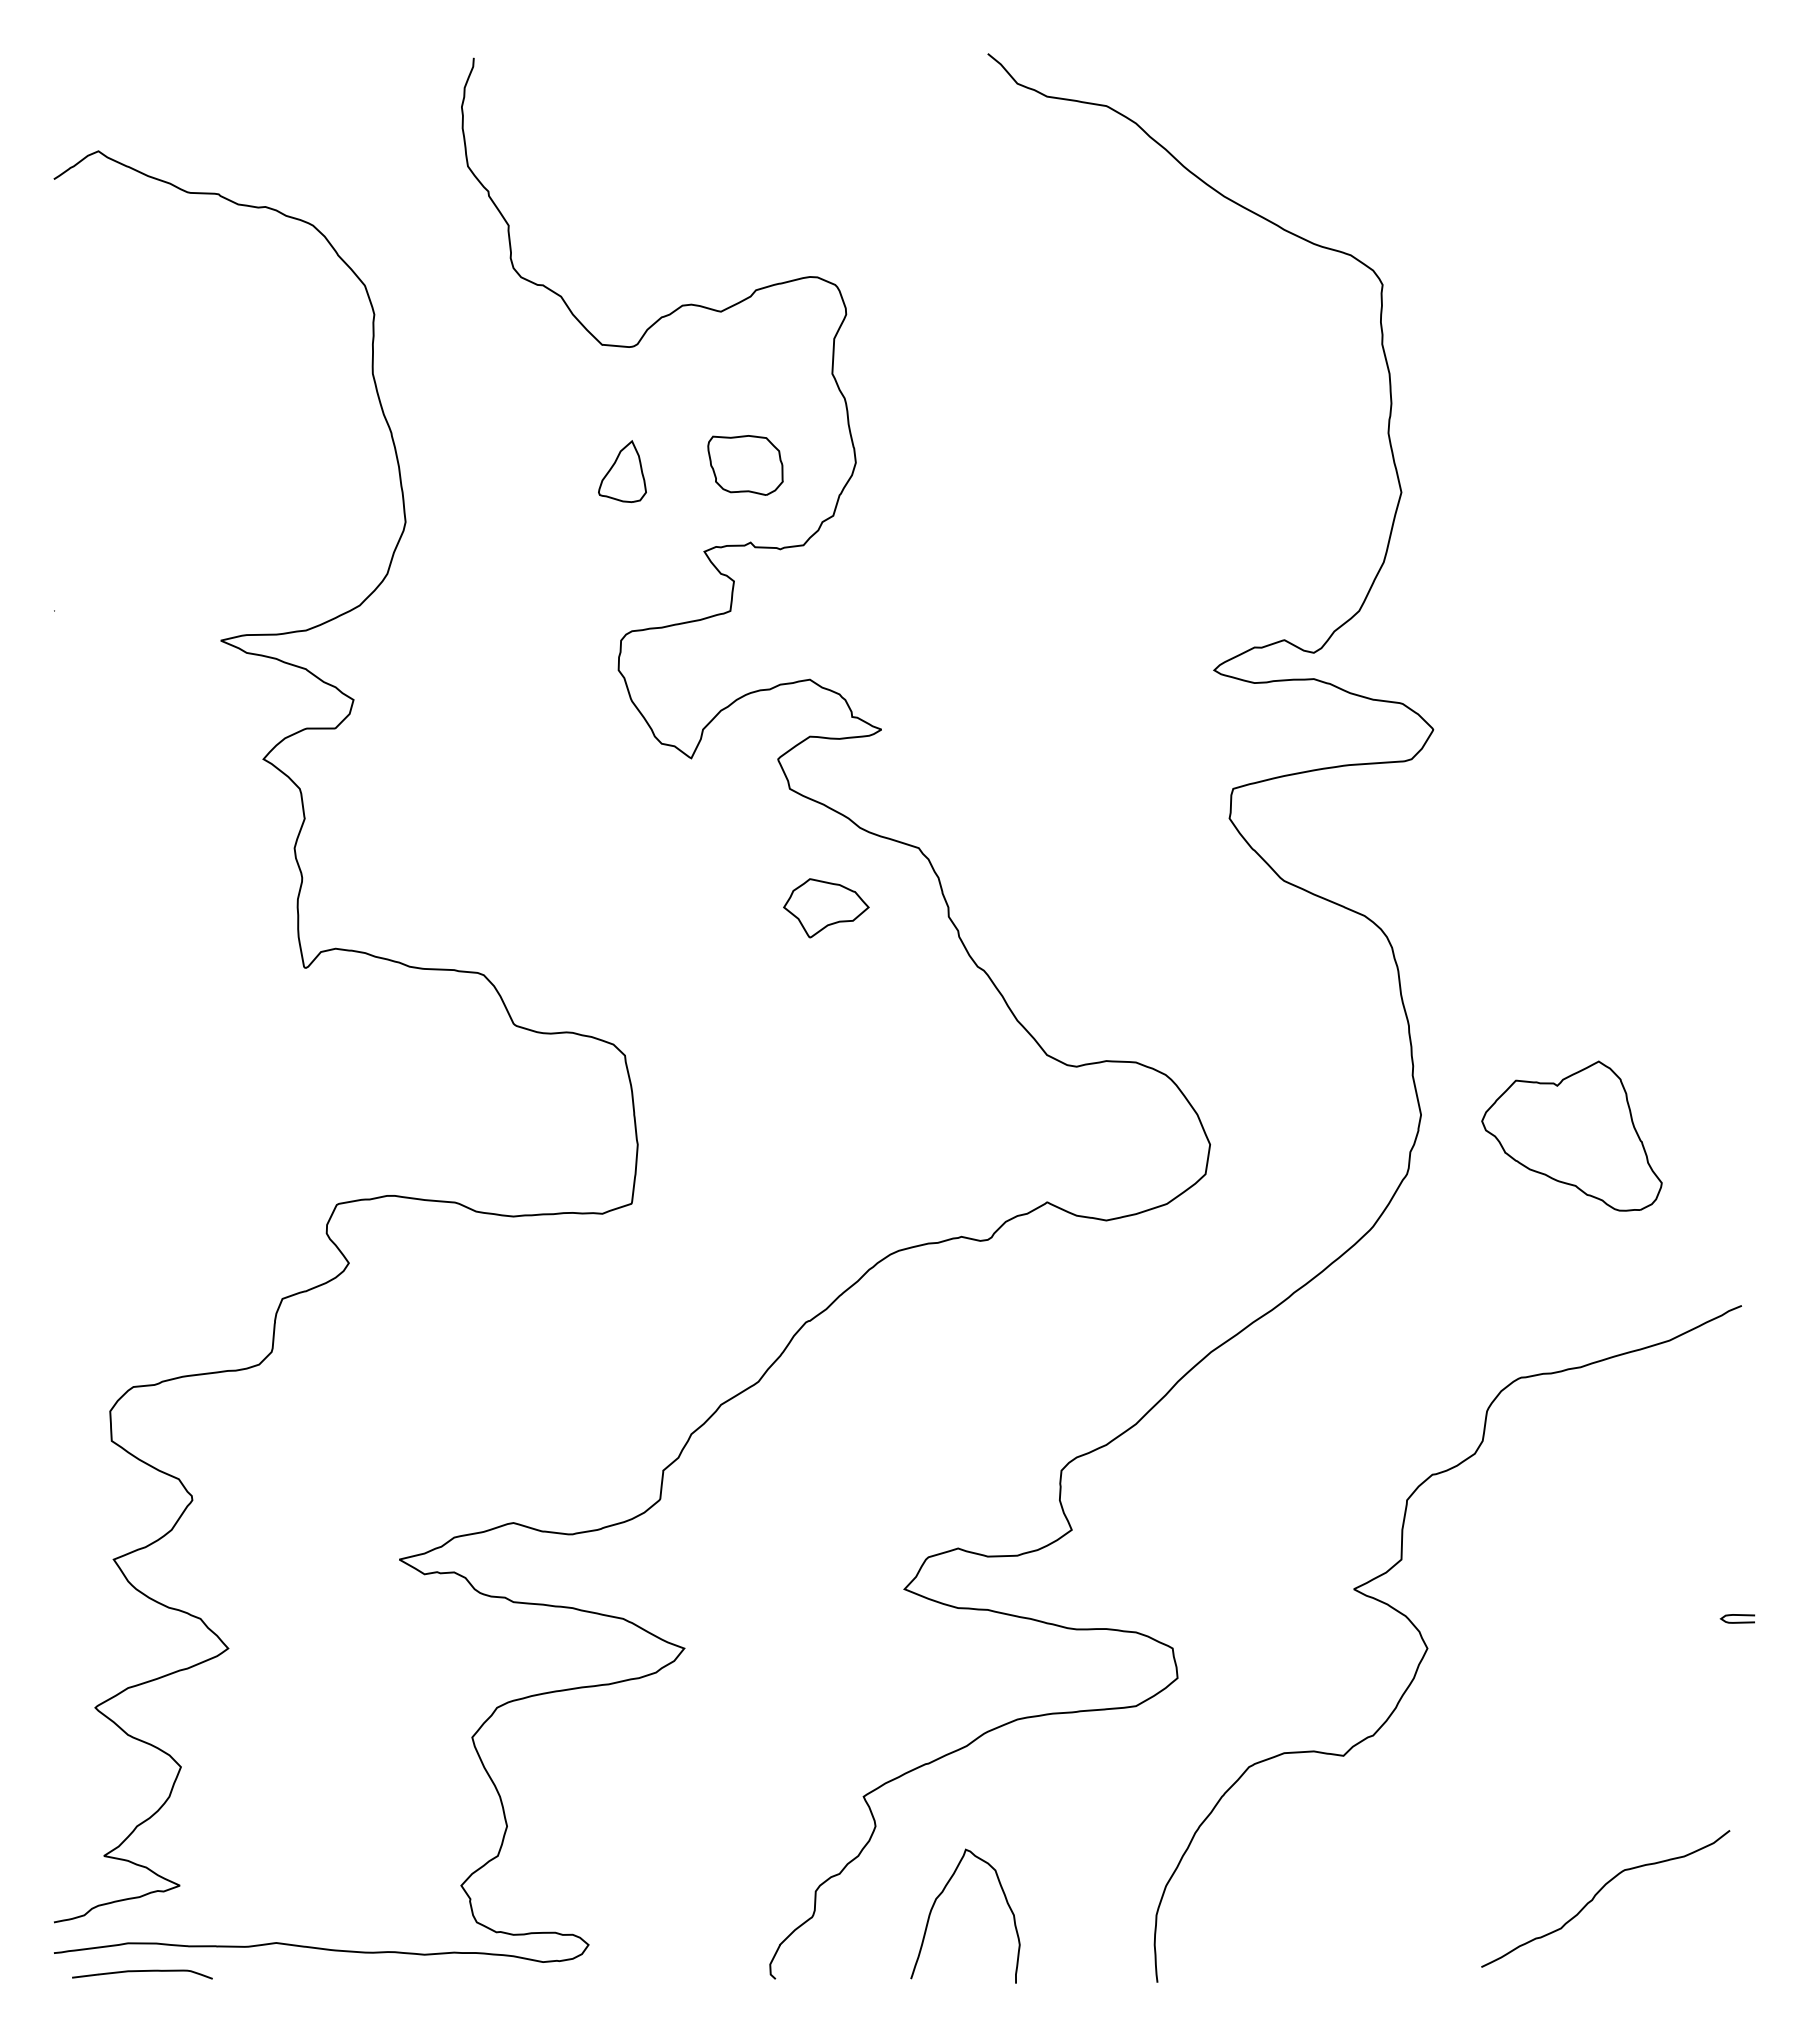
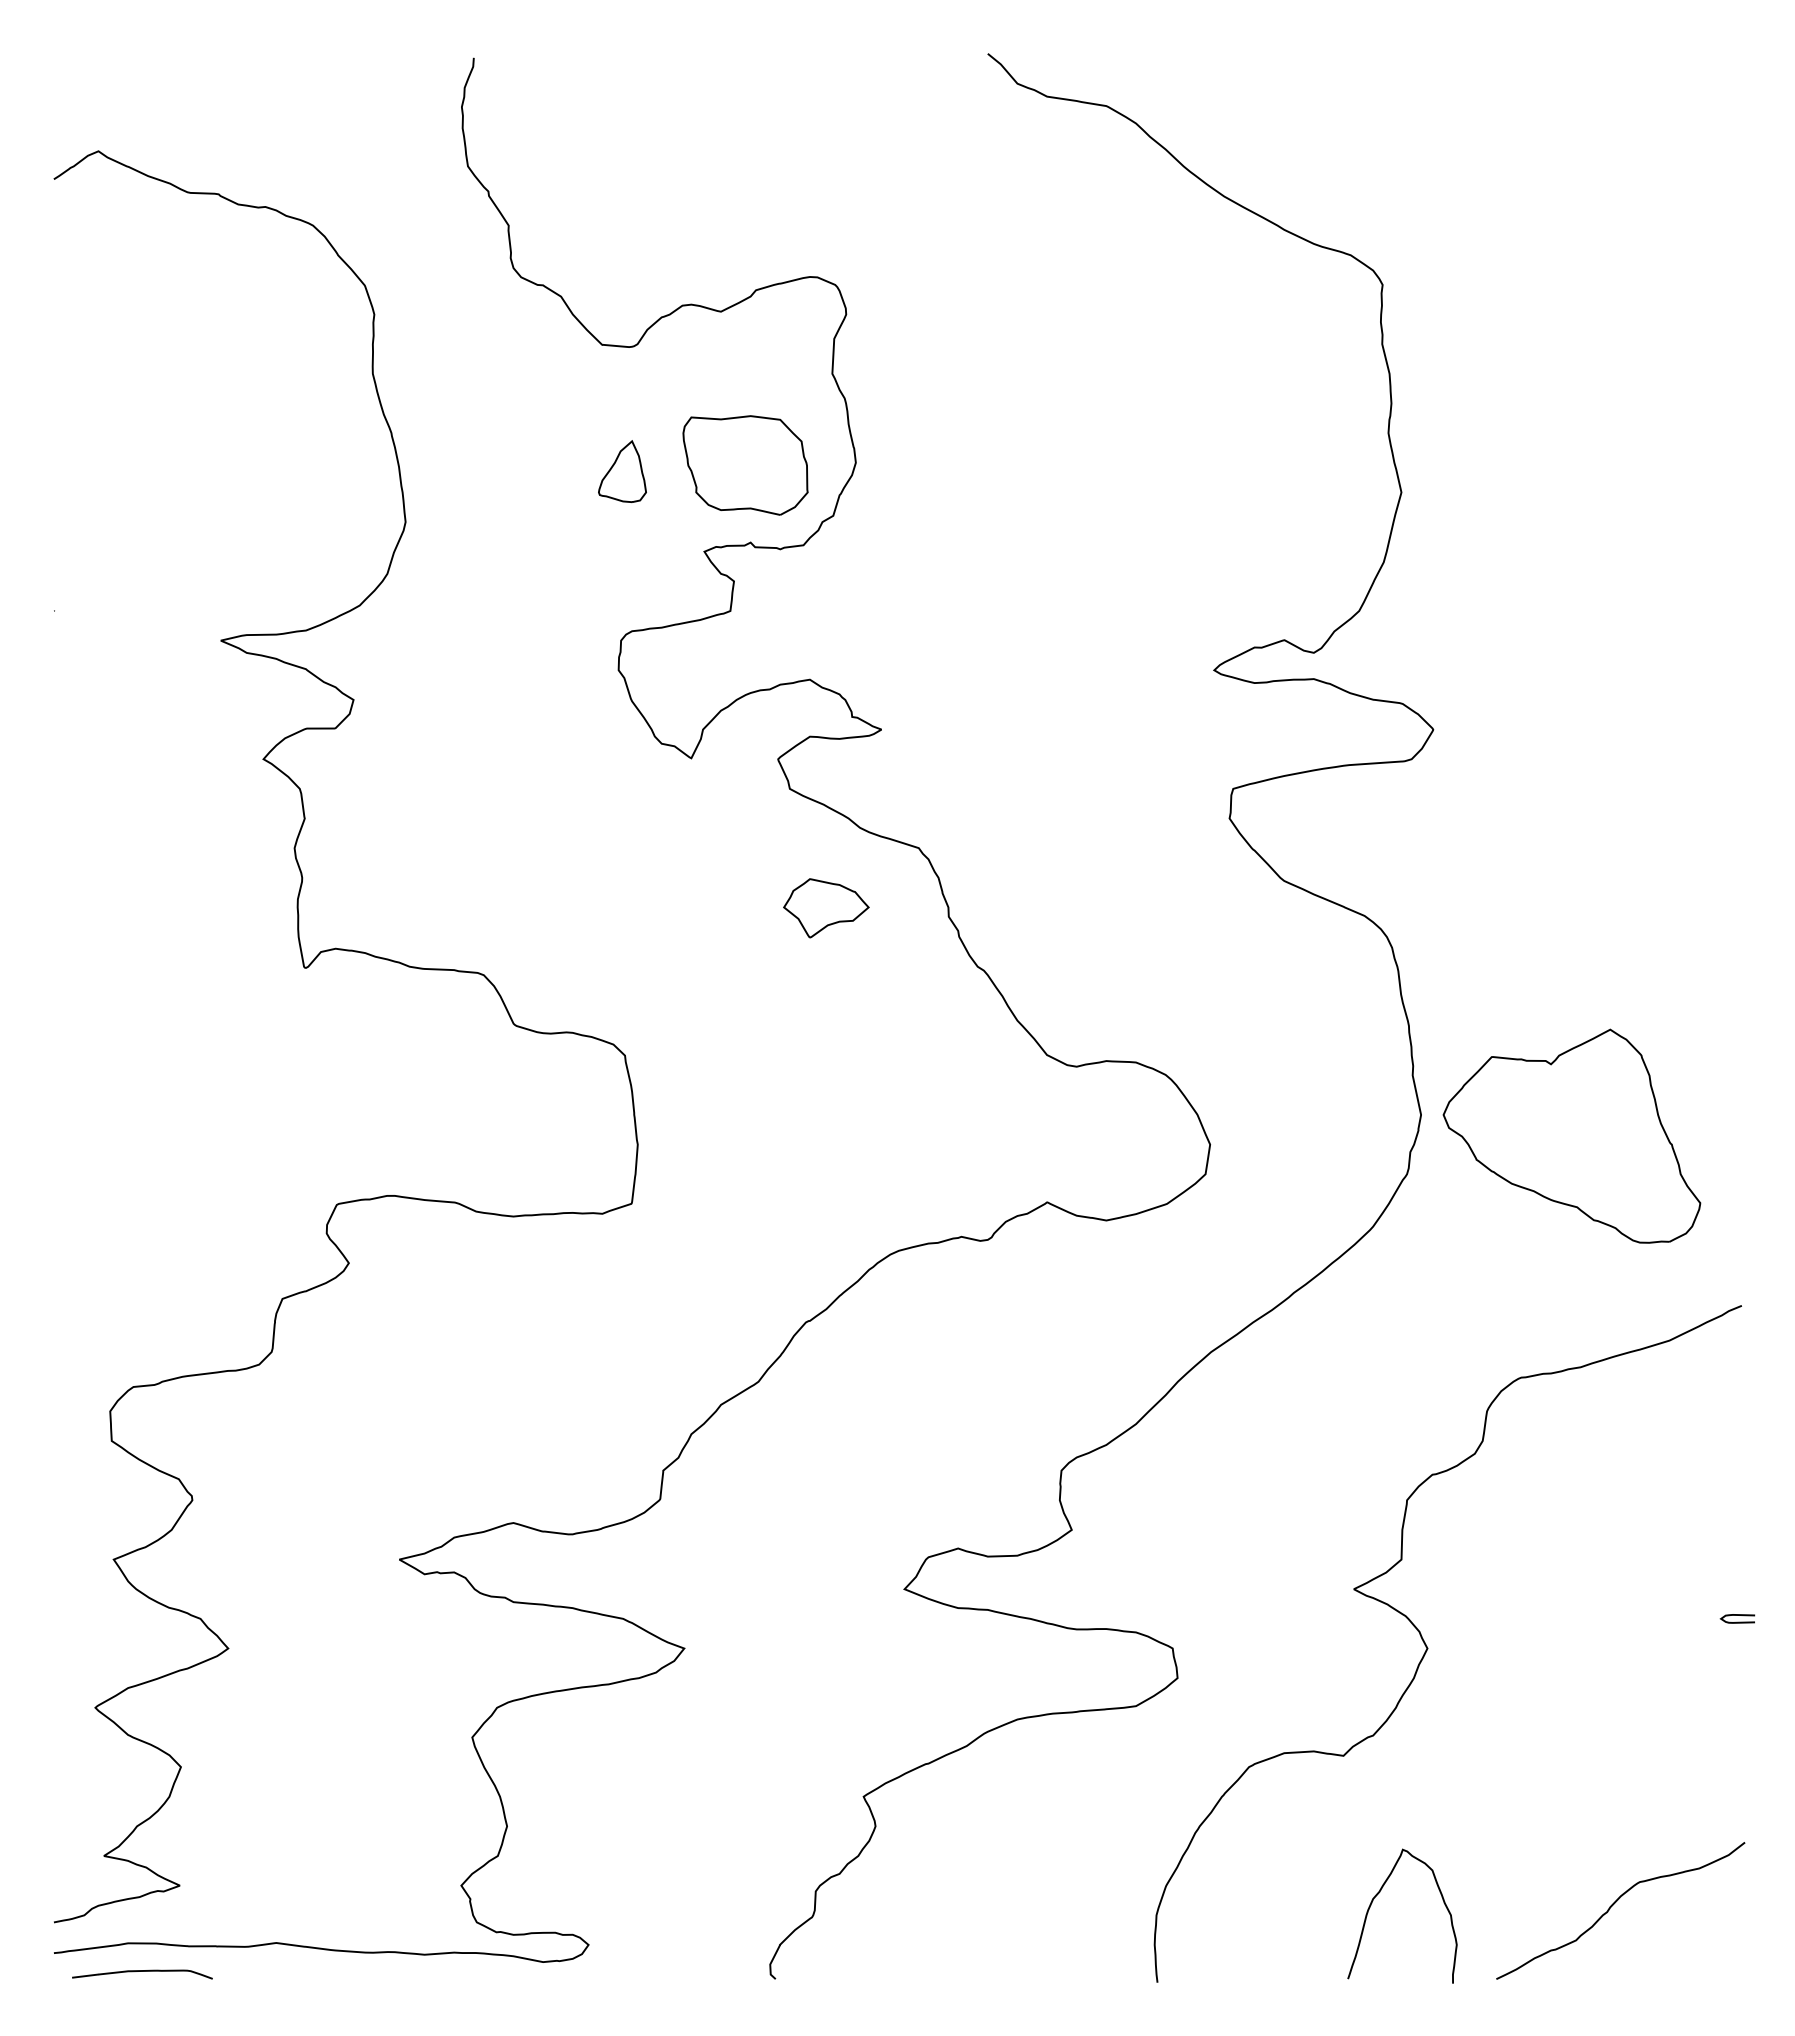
part at (745, 465) size: 77x61 px -> 127x101 px
part at (1571, 1135) size: 182x152 px -> 260x216 px
curve at (943, 1892) position: (943, 1892) -> (1380, 1892)
curve at (1599, 1892) position: (1599, 1892) -> (1614, 1904)
